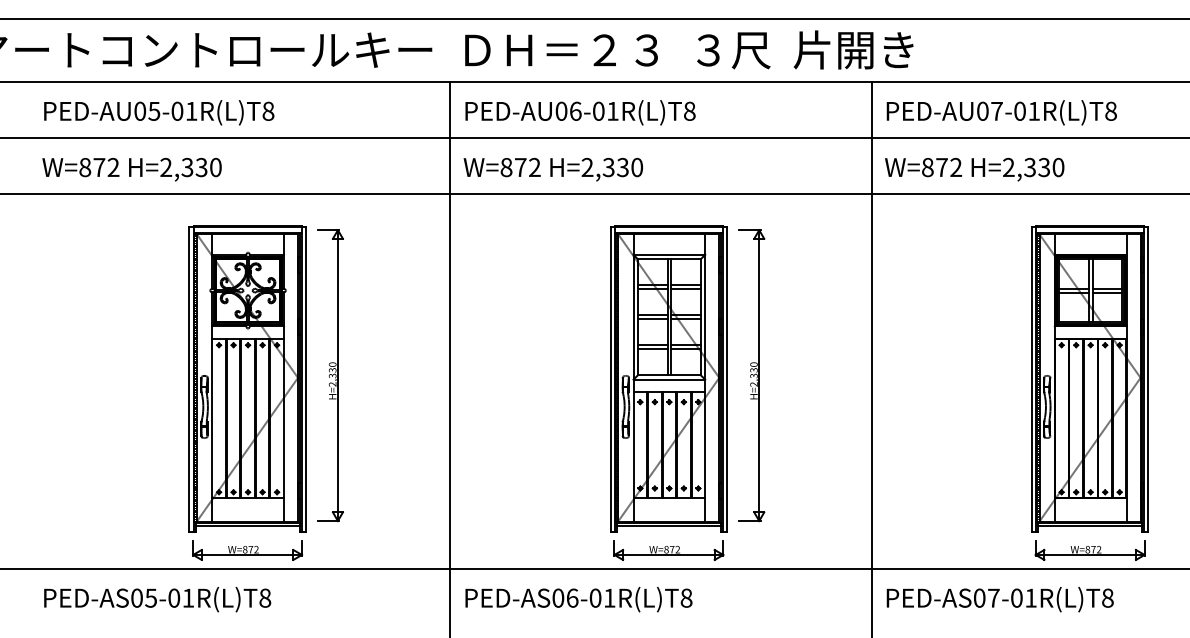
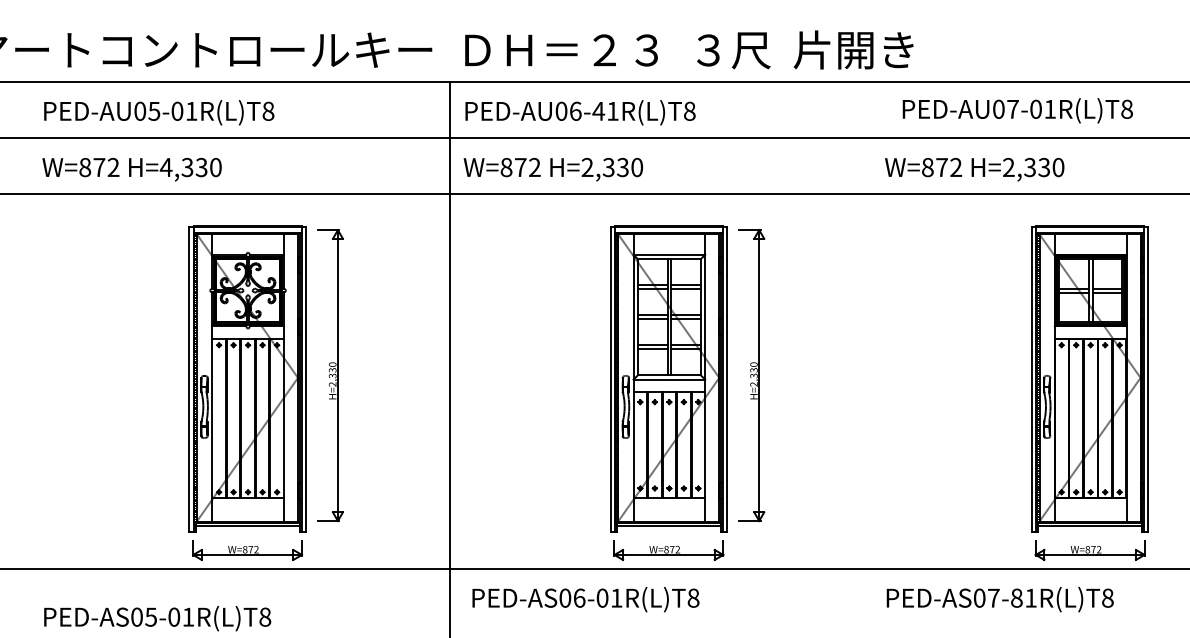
line at (594, 19): present -> none
text at (598, 110): PED-AU06-01R(L)T8 -> PED-AU06-41R(L)T8
text at (1001, 112) position: (1001, 112) -> (1017, 110)
text at (165, 166): H=2,330 -> H=4,330
line at (871, 357): present -> none
text at (1016, 598): PED-AS07-01R(L)T8 -> PED-AS07-81R(L)T8
text at (157, 599) position: (157, 599) -> (157, 618)
text at (578, 599) position: (578, 599) -> (585, 599)
